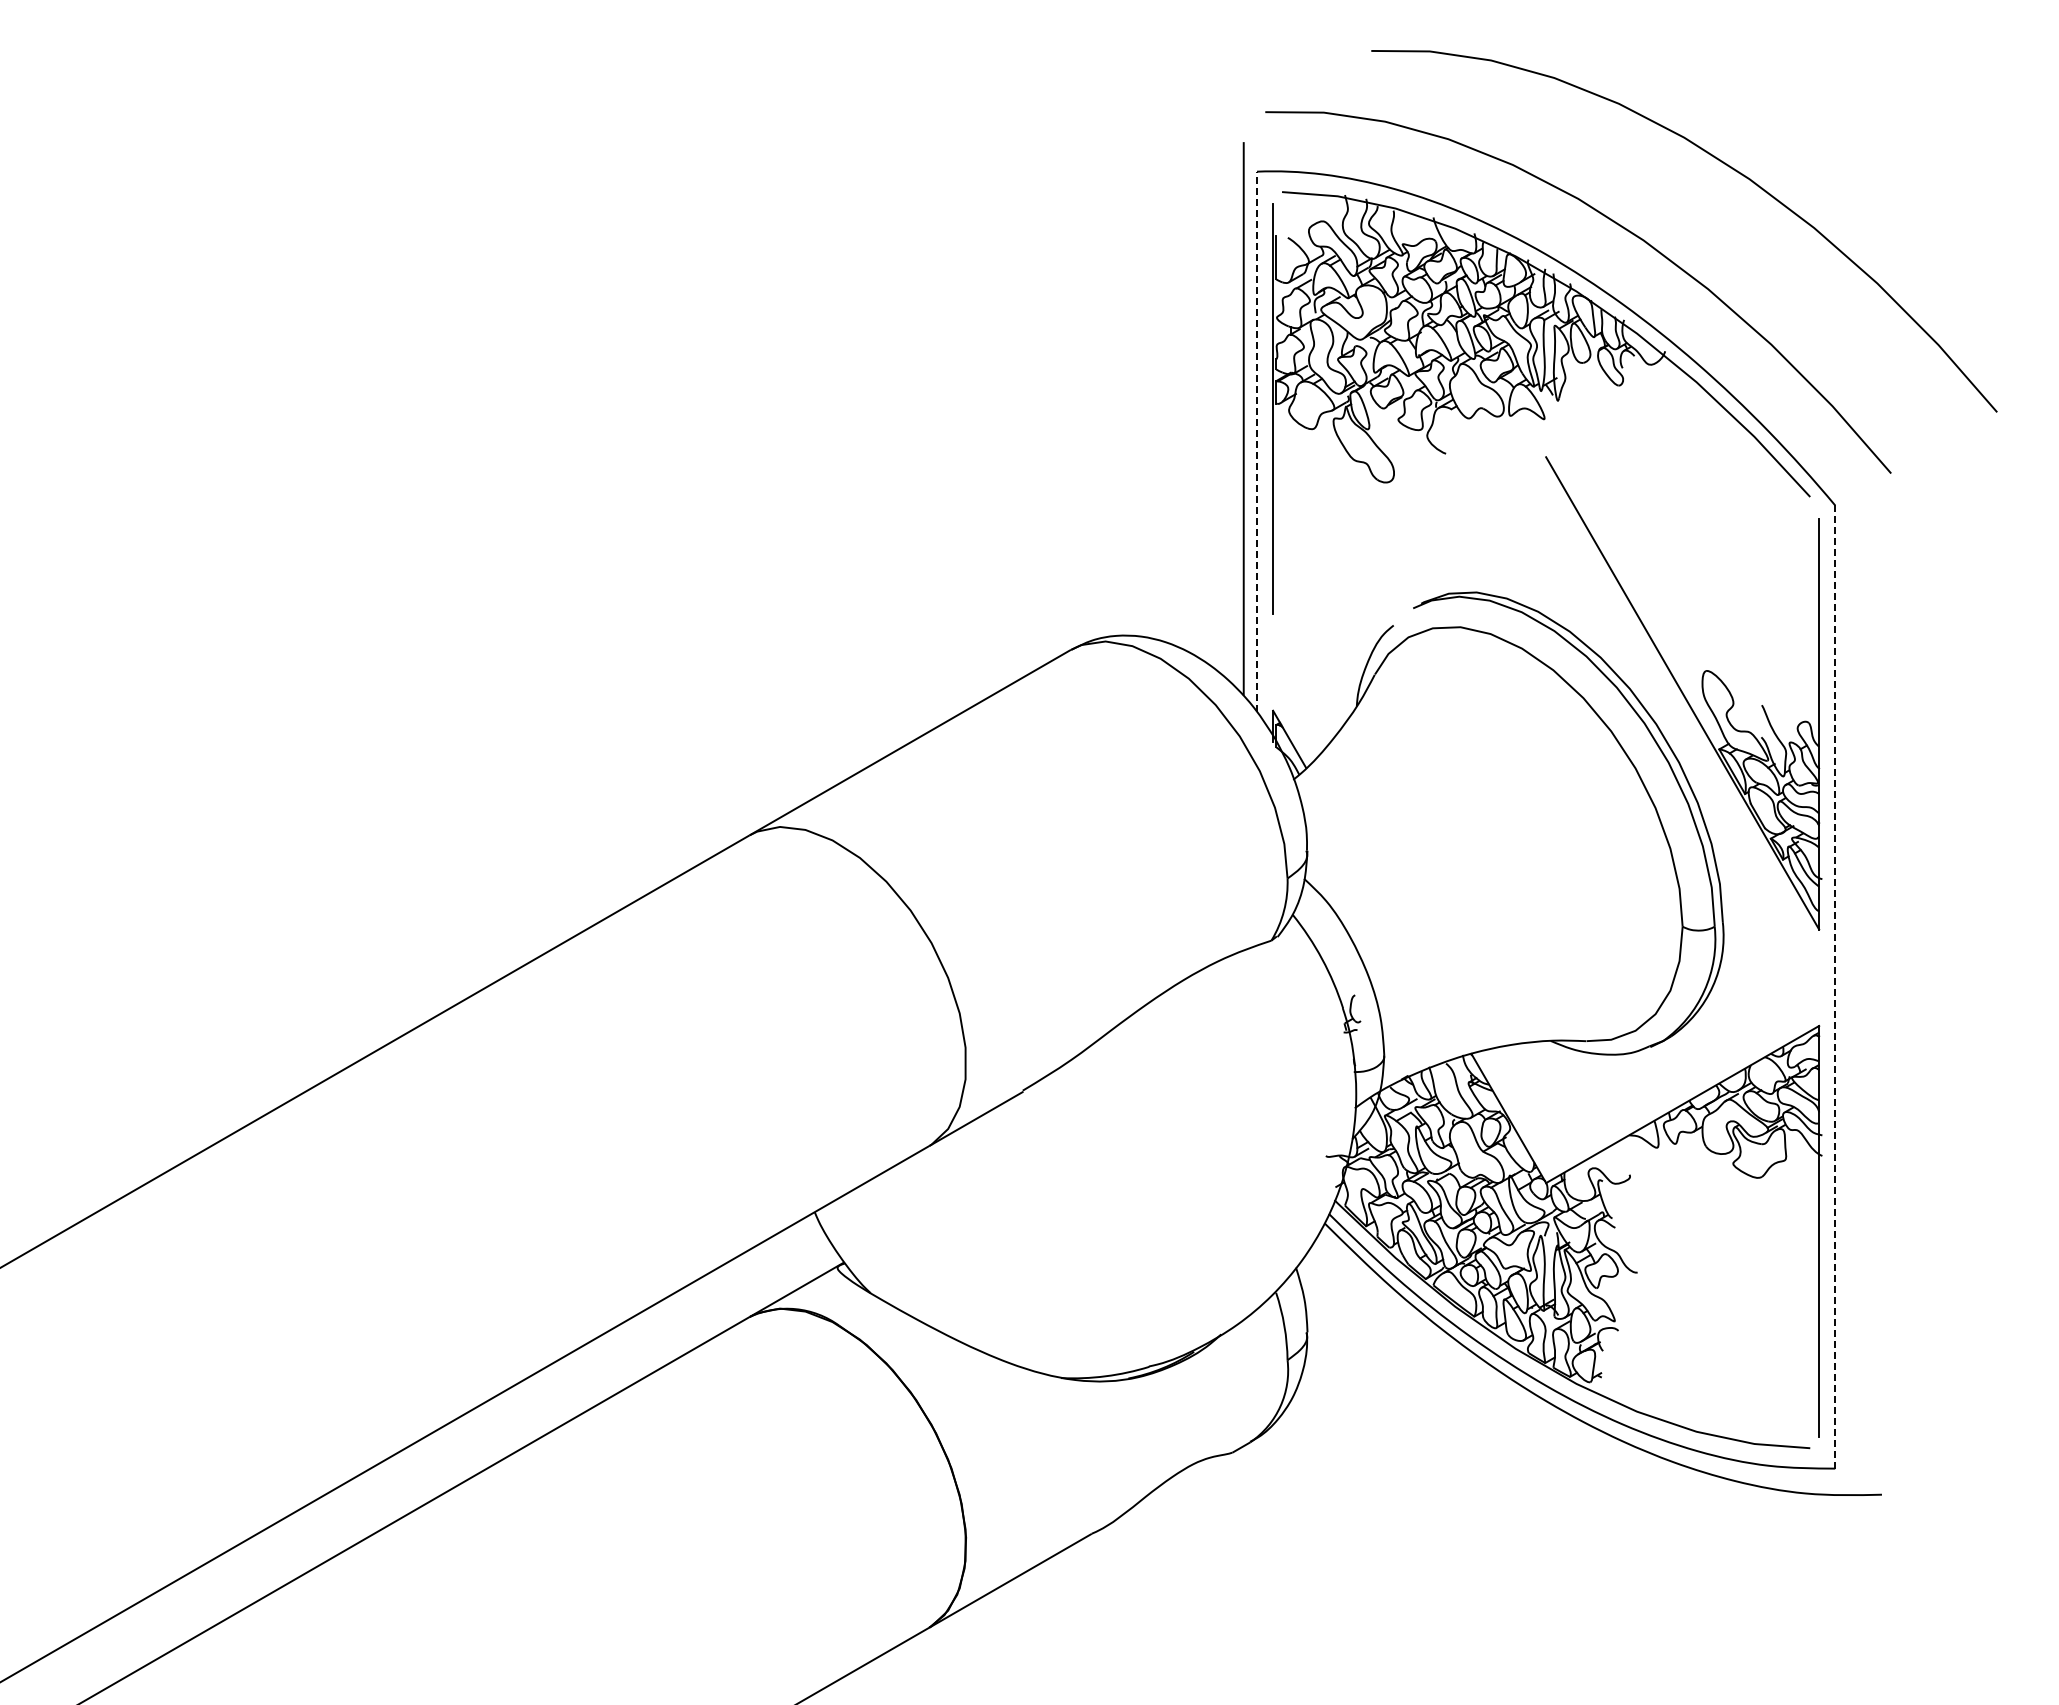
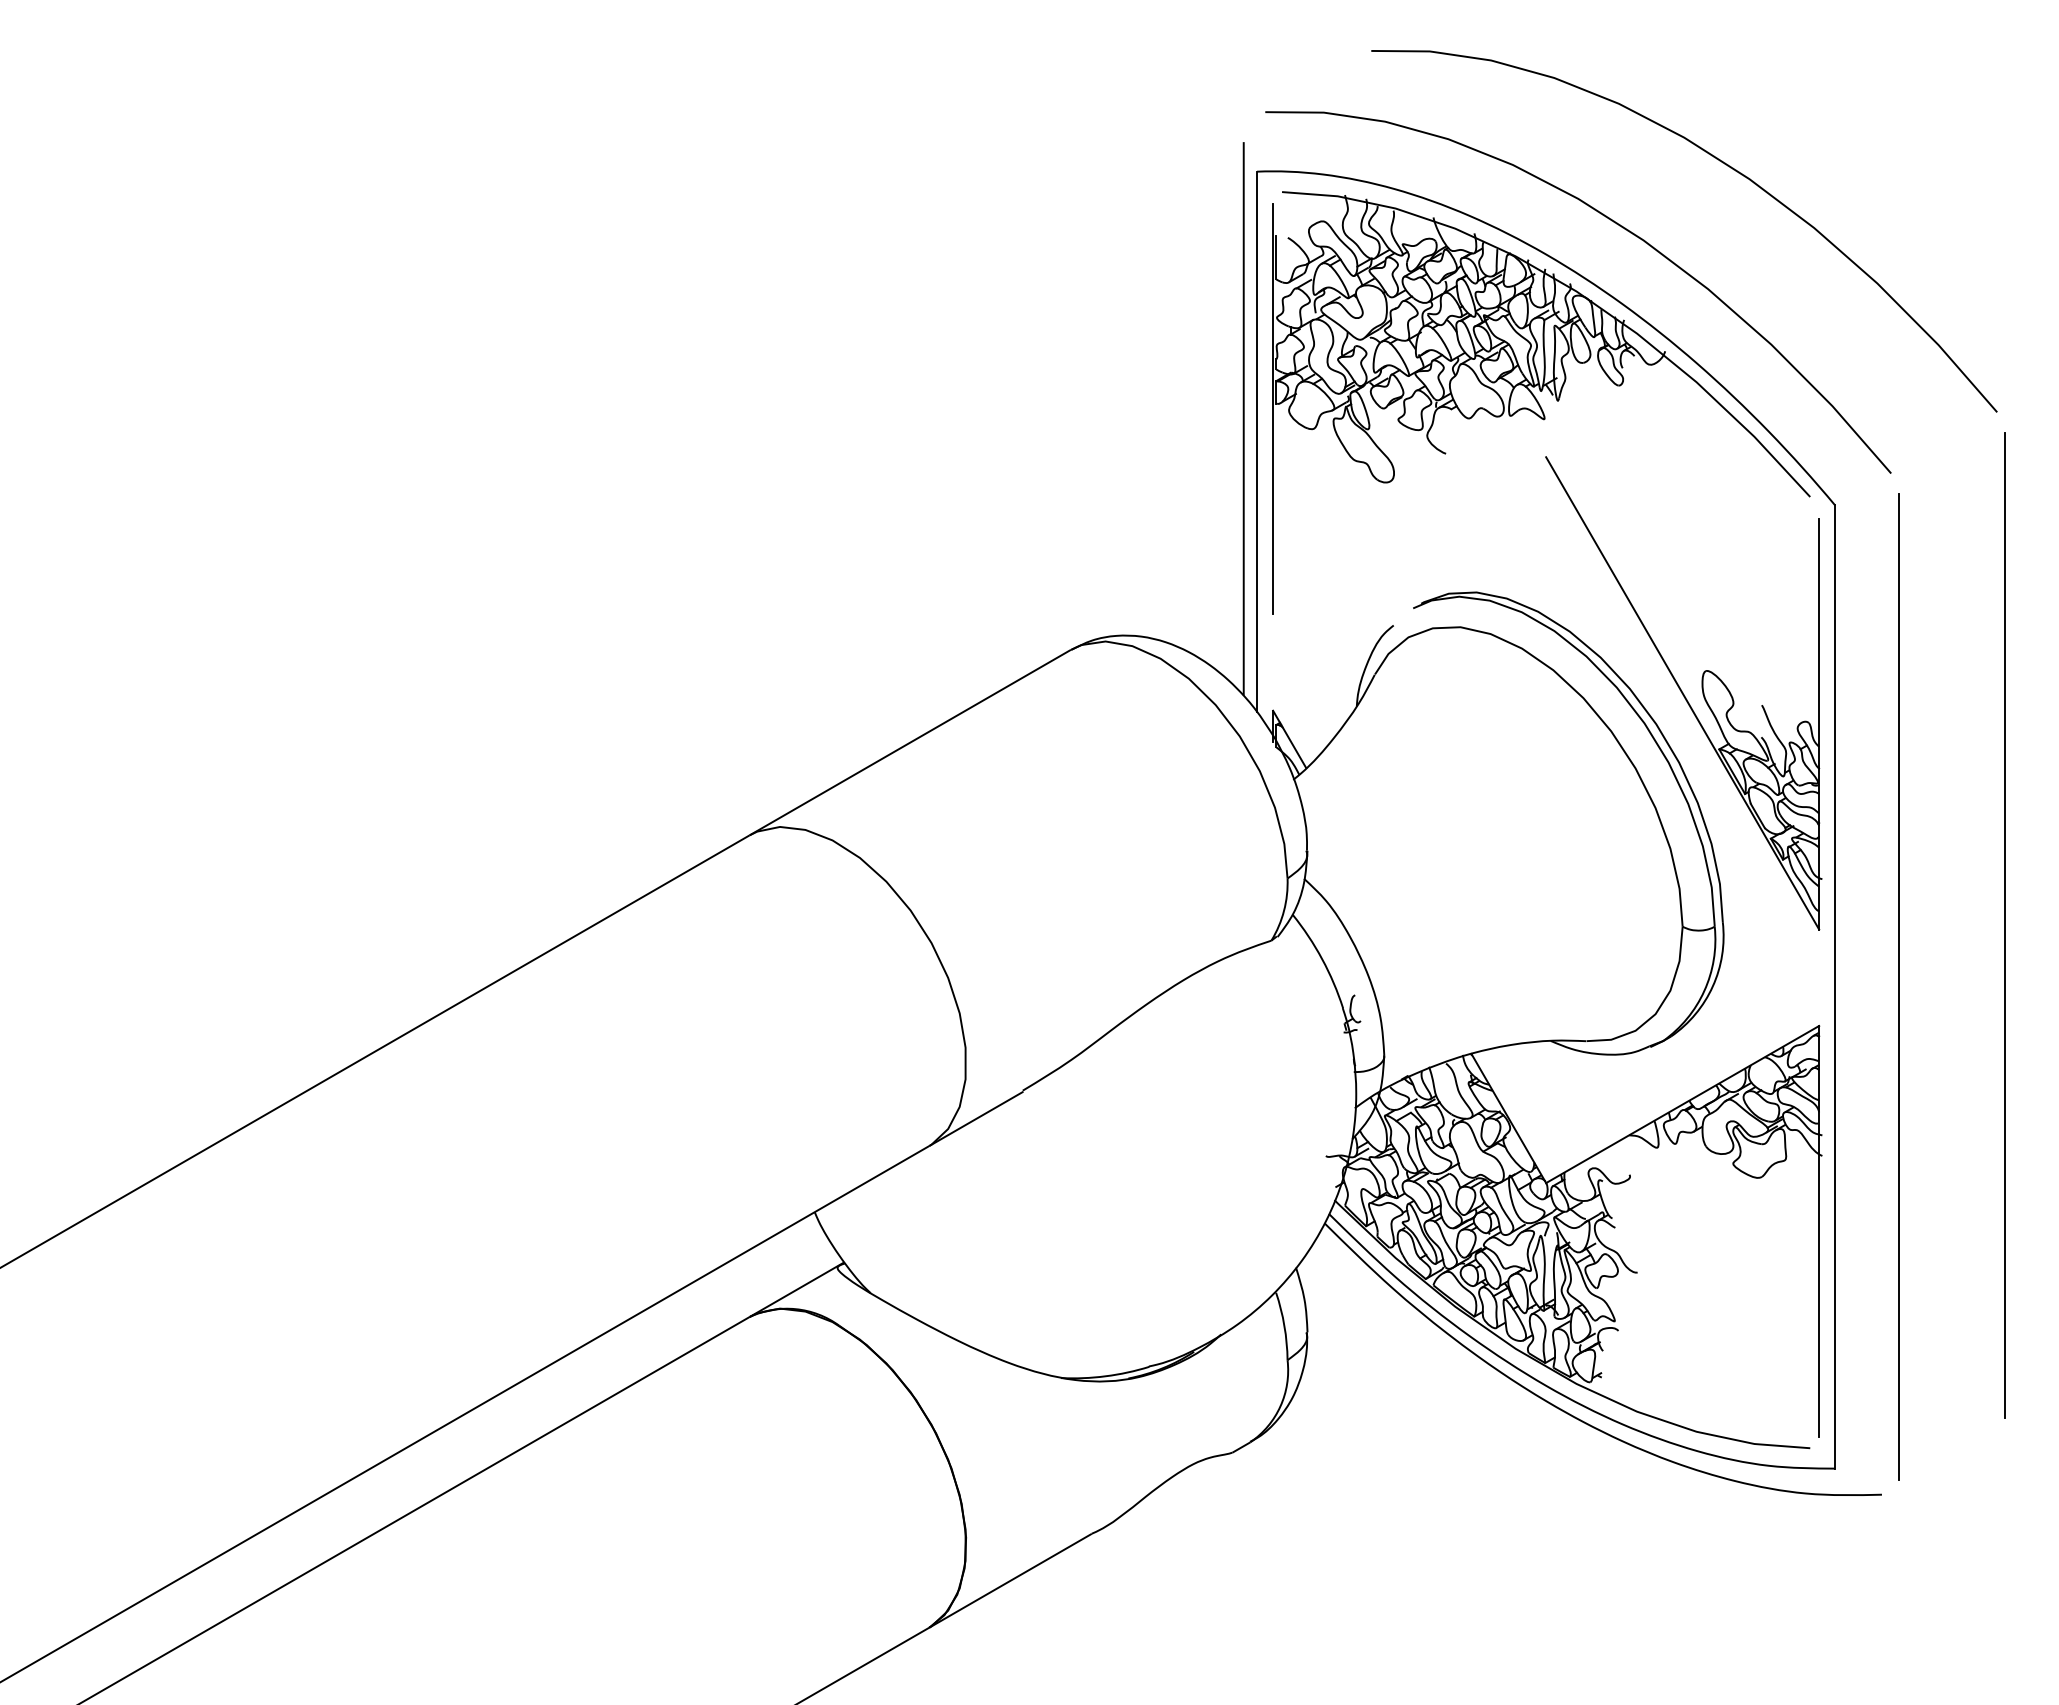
line at (1257, 441): dashed -> solid
line at (2005, 925): none -> present
line at (1899, 986): none -> present
line at (1835, 987): dashed -> solid
